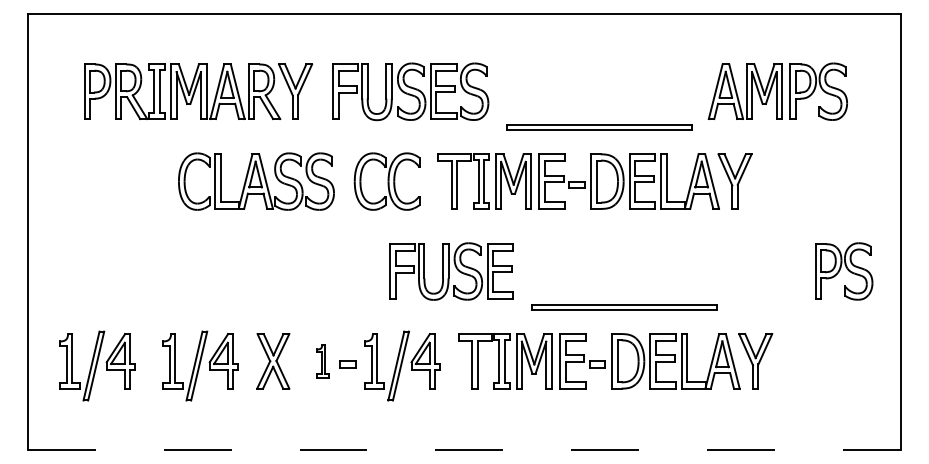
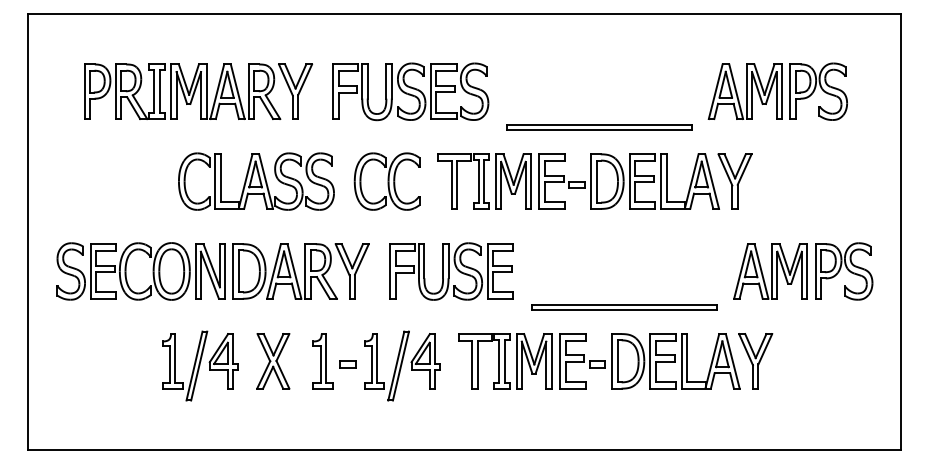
part at (212, 271): none -> present
part at (770, 271): none -> present
part at (322, 361) size: 14x35 px -> 22x57 px
part at (97, 365): present -> none
line at (464, 450): dashed -> solid
